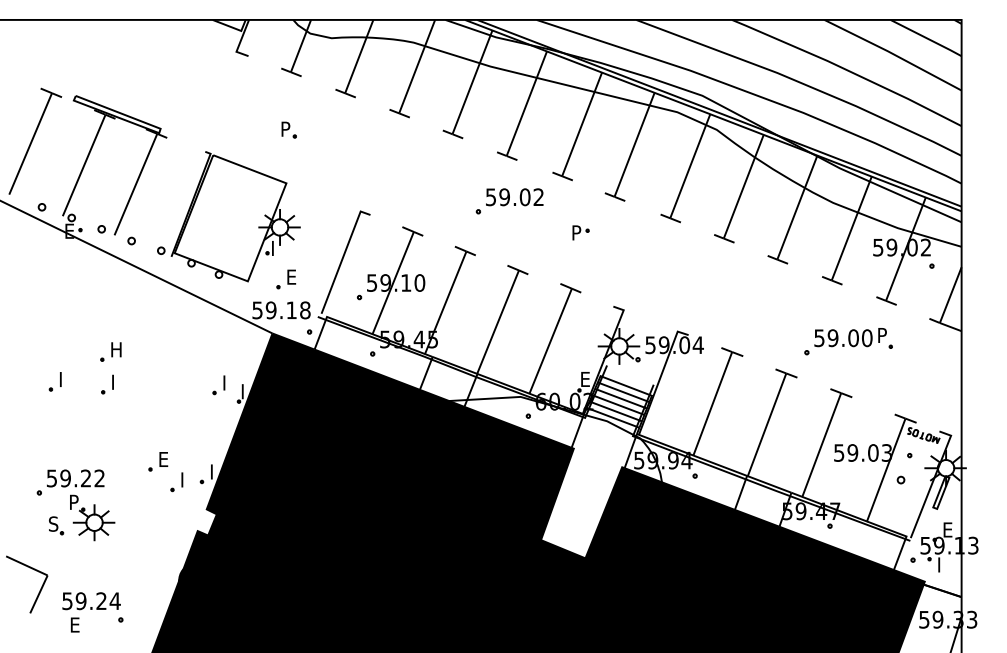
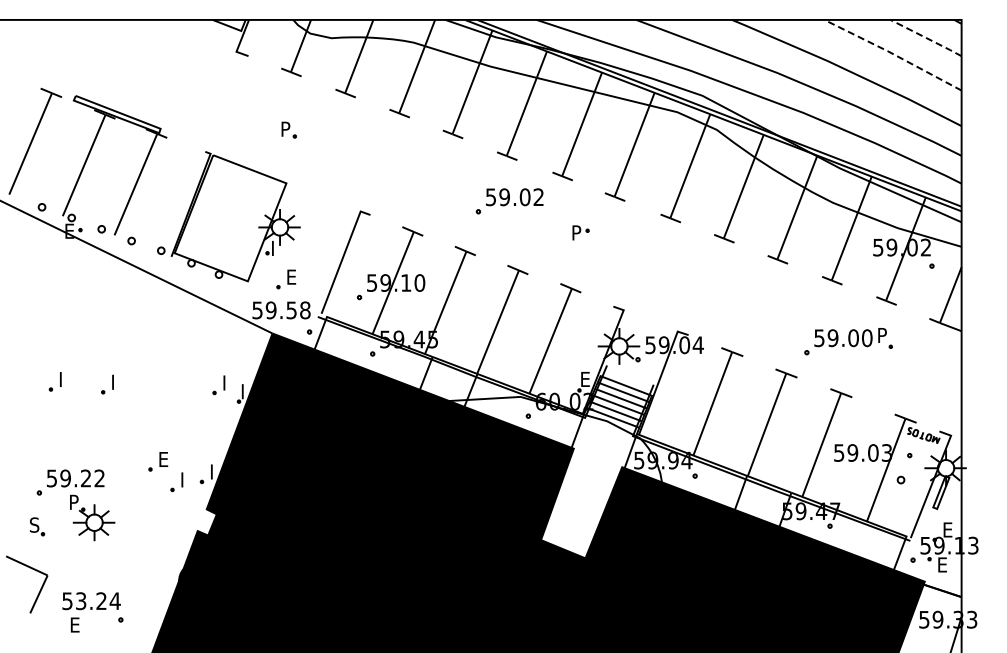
line at (926, 37): solid -> dashed
line at (893, 54): solid -> dashed
text at (291, 310): 59.18 -> 59.58
part at (110, 351): present -> none
part at (56, 525) position: (56, 525) -> (37, 526)
text at (943, 564): I -> E
text at (80, 600): 59.24 -> 53.24
